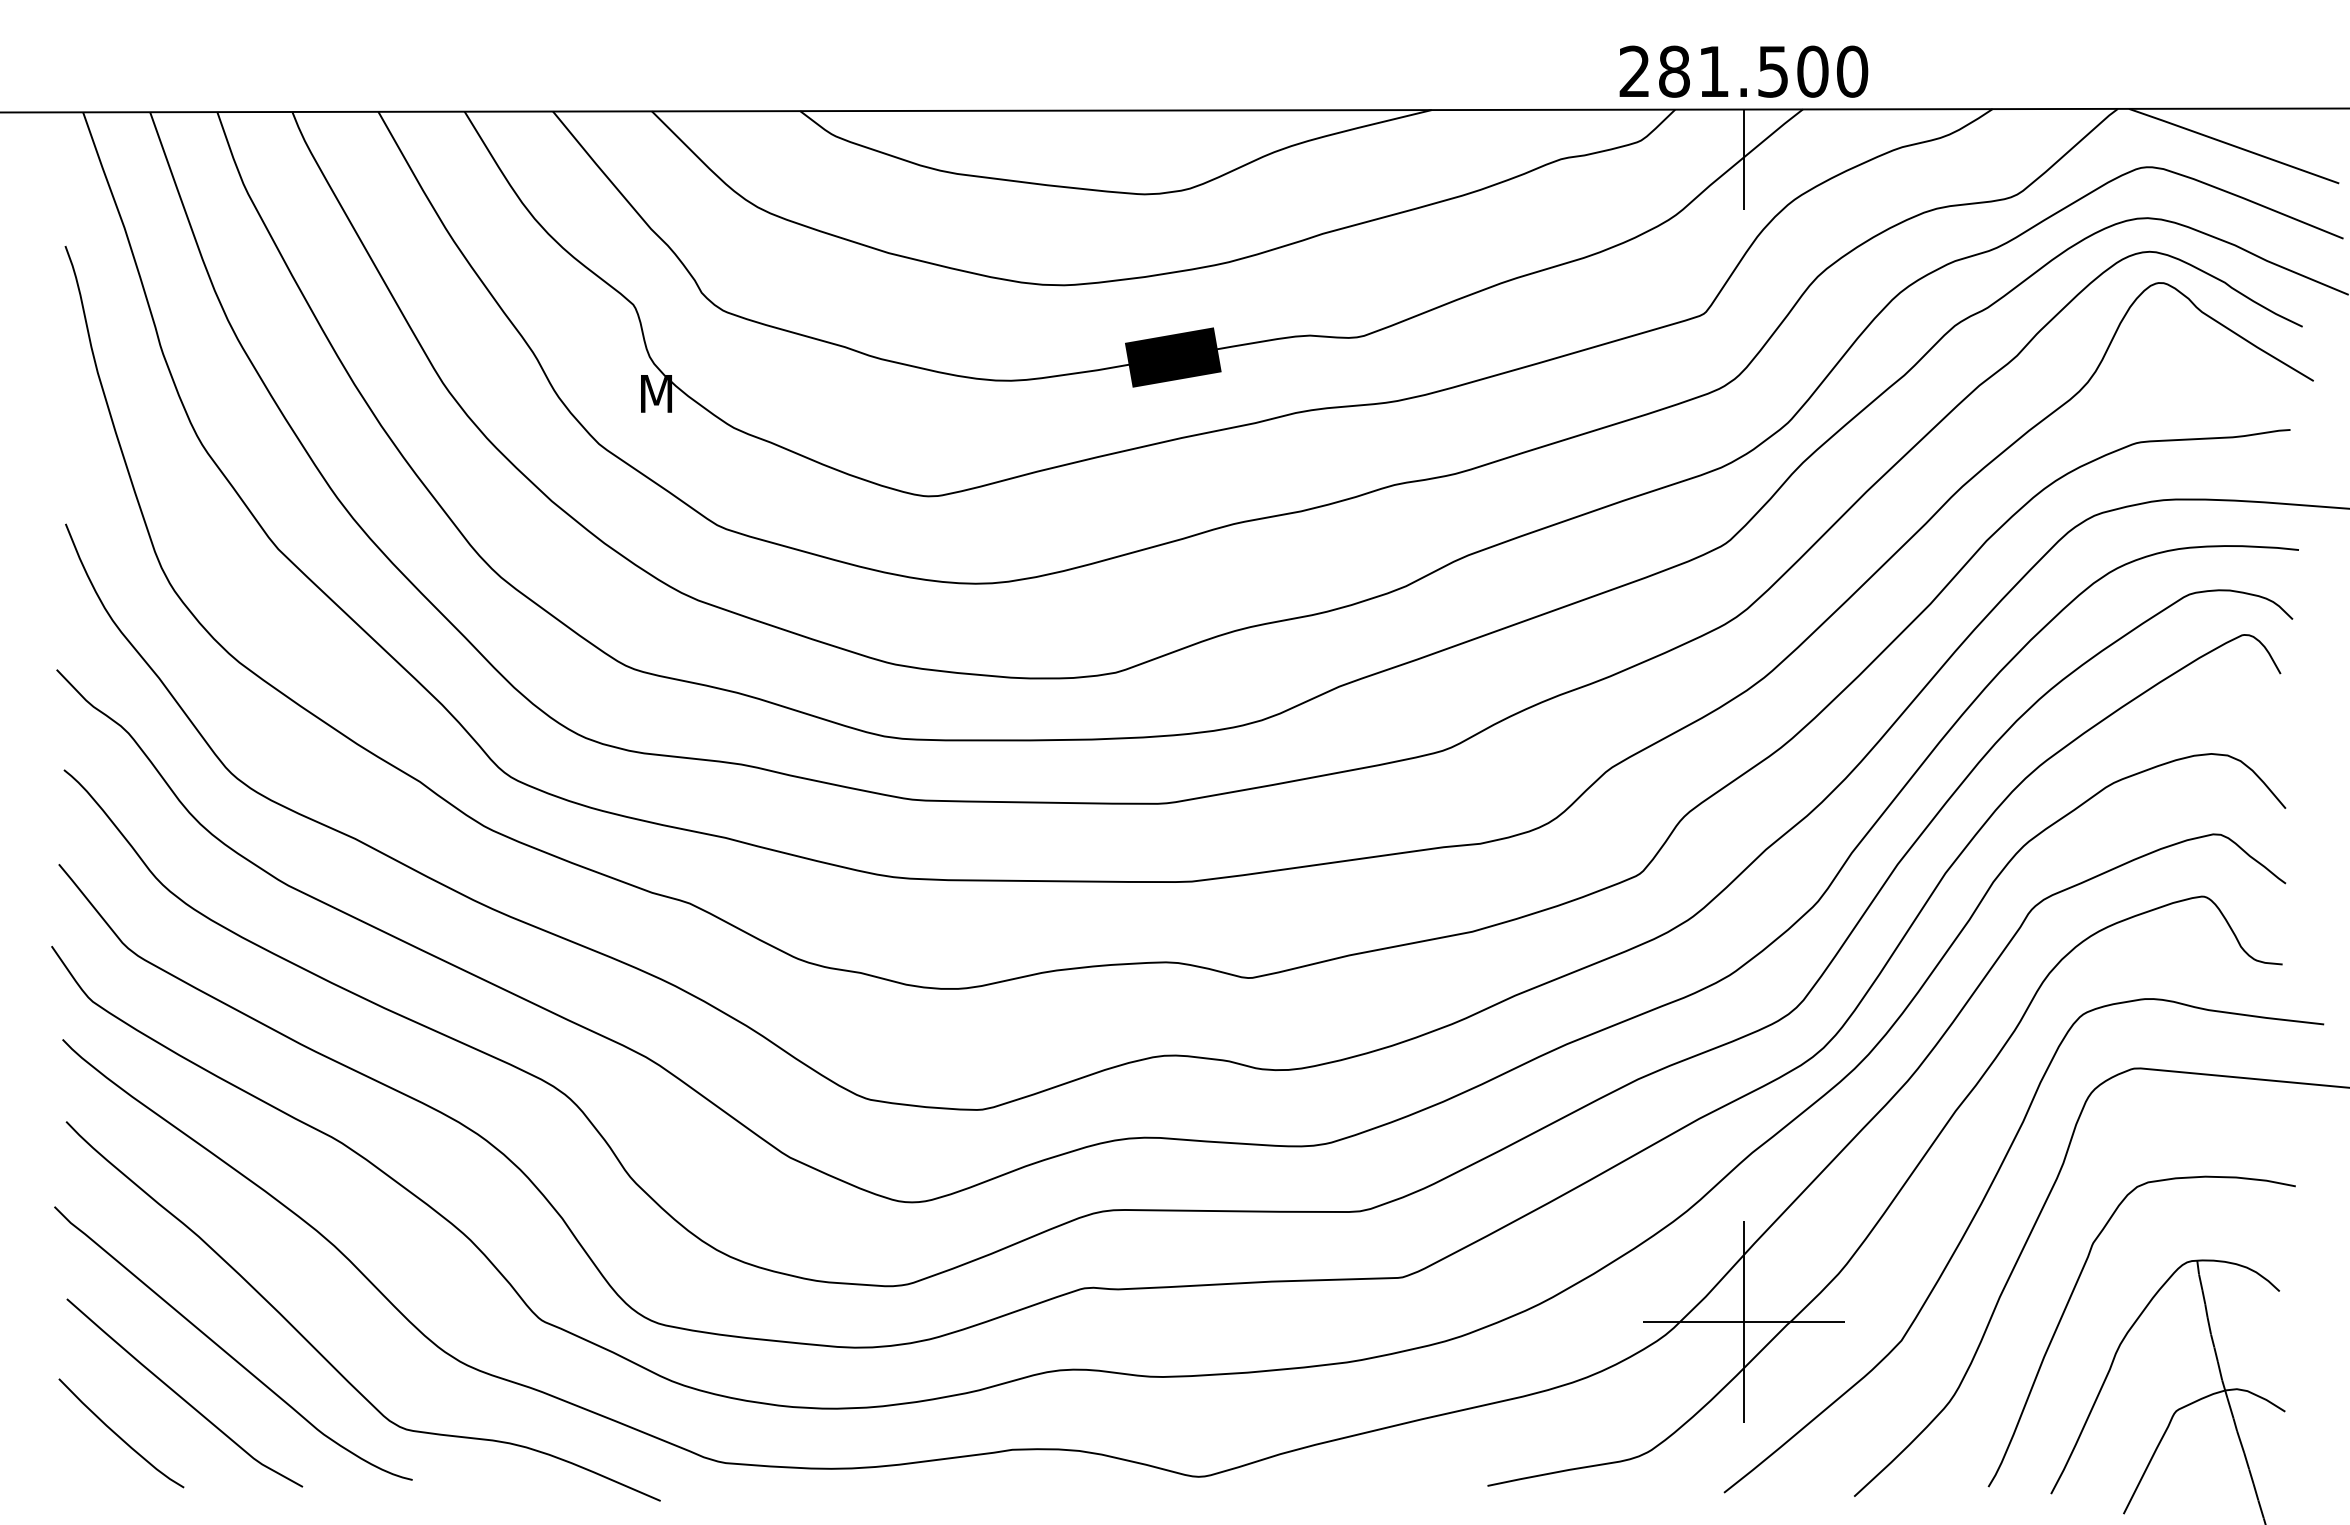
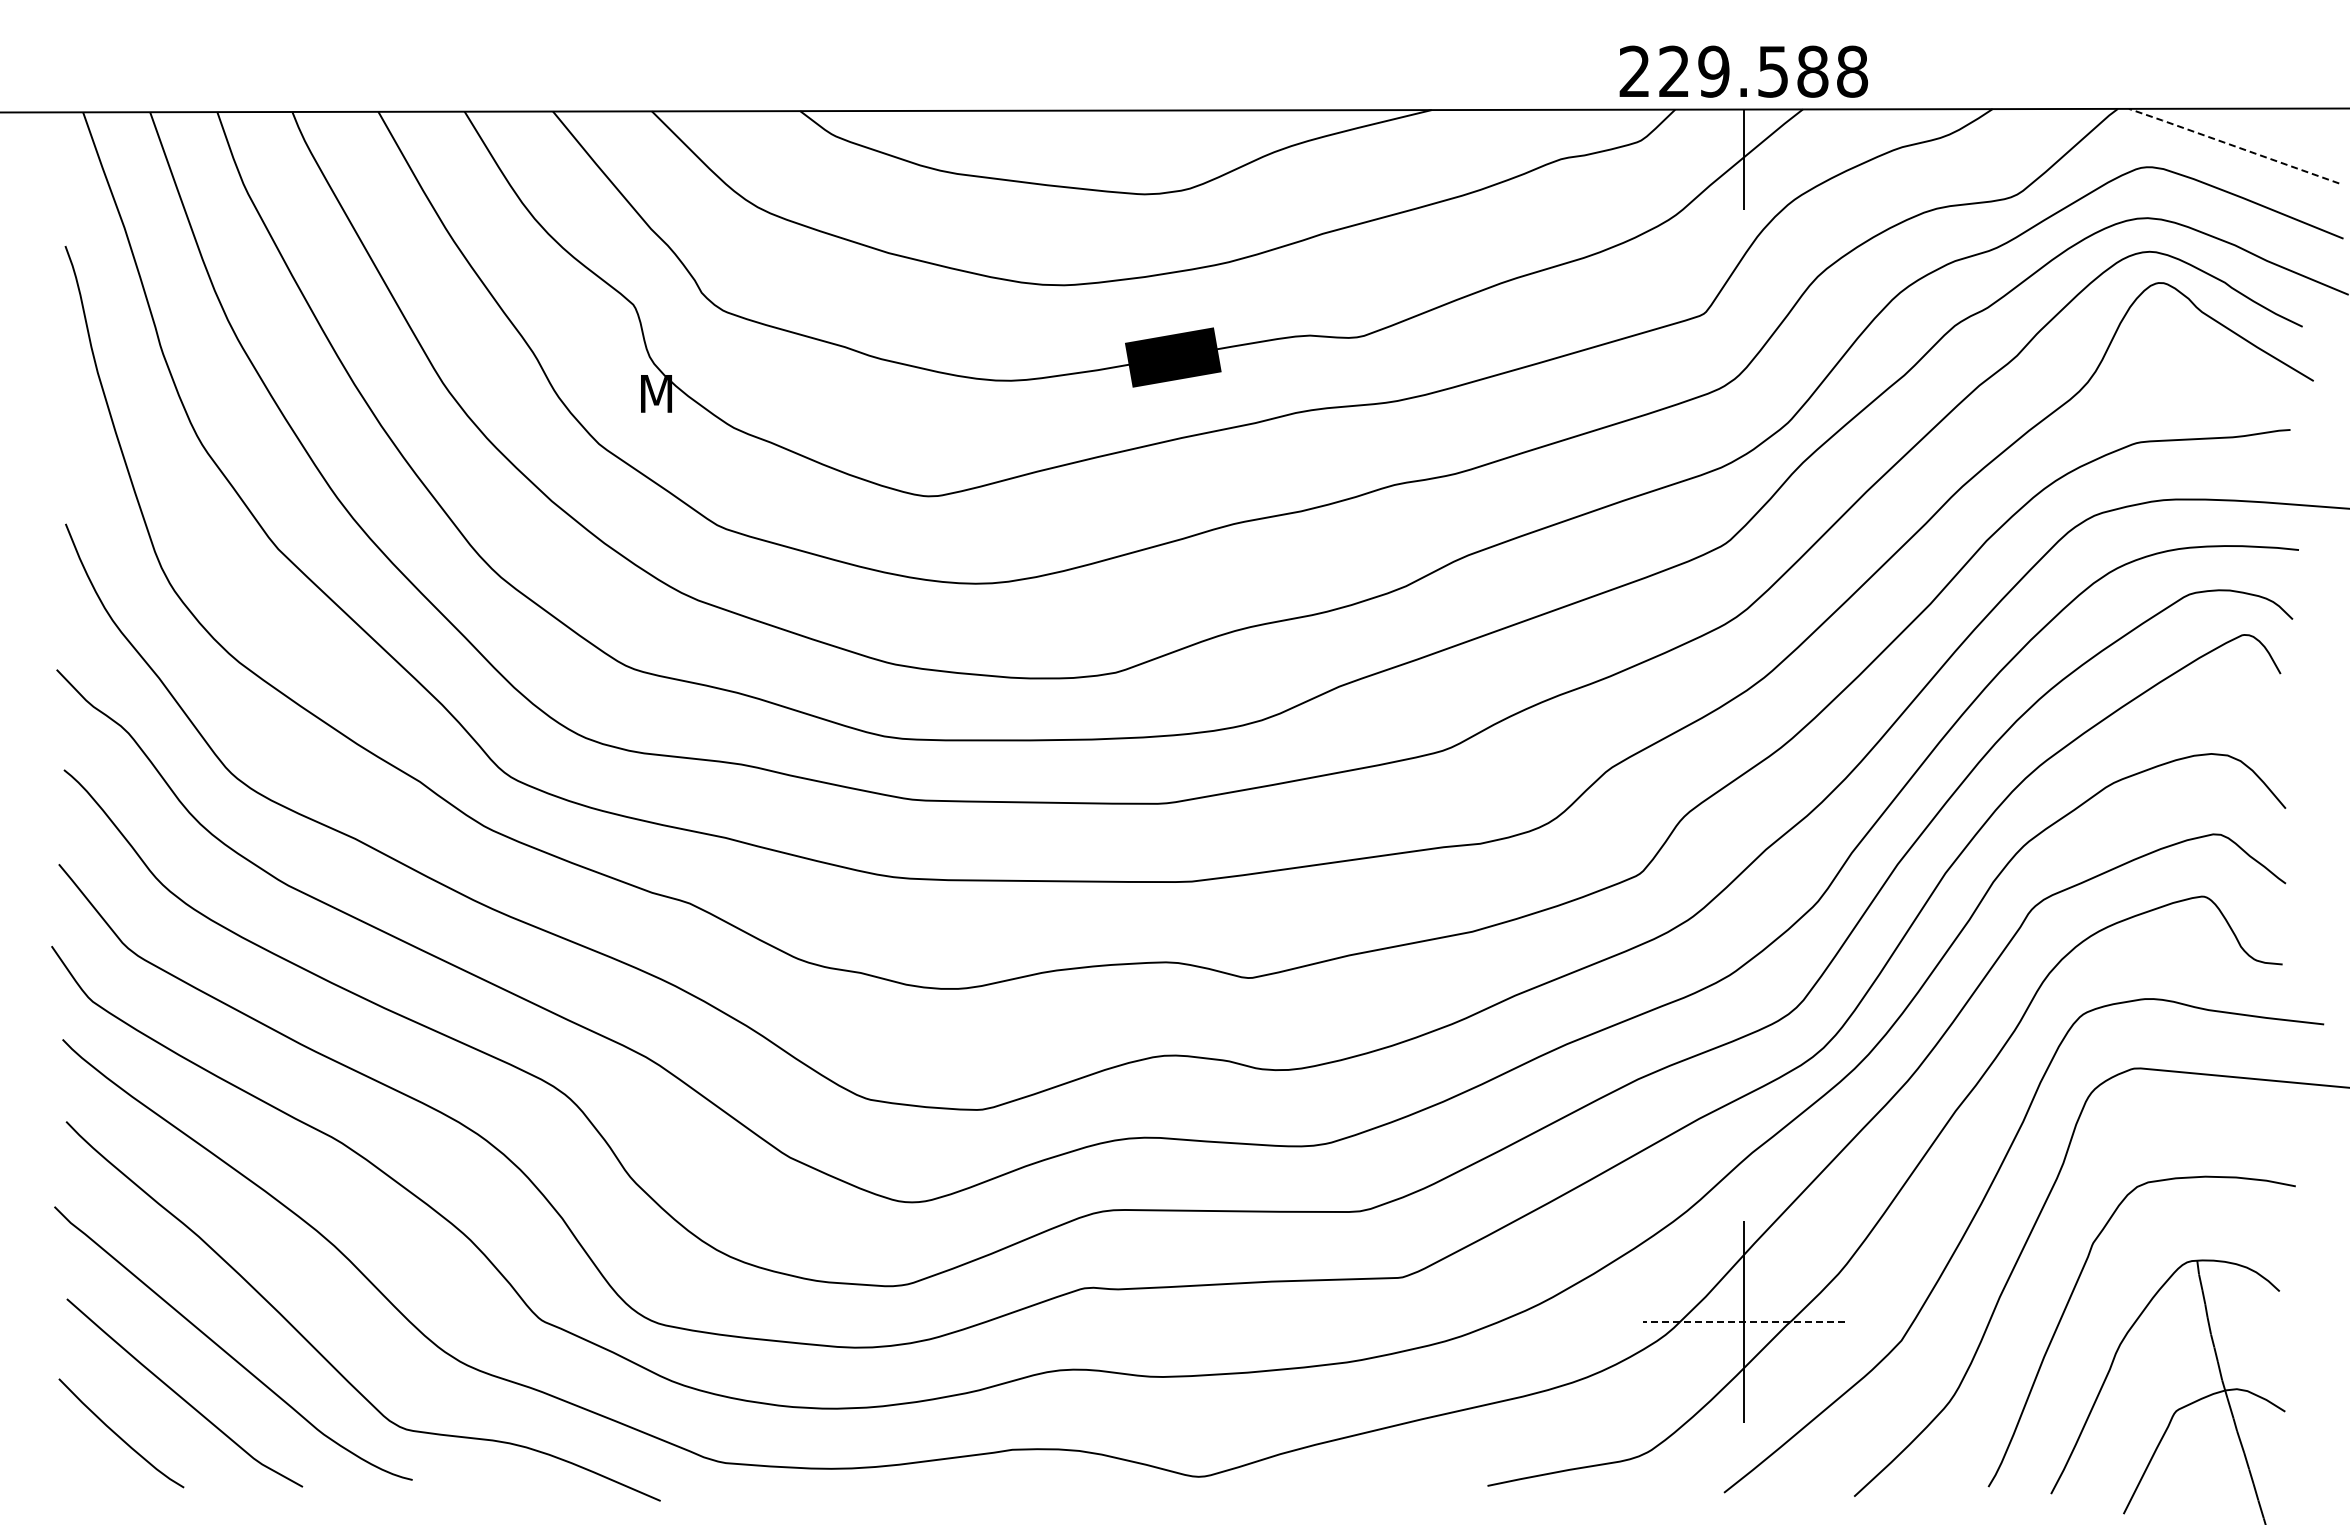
text at (1763, 71): 281.500 -> 229.588
line at (2232, 145): solid -> dashed
line at (1743, 1322): solid -> dashed
